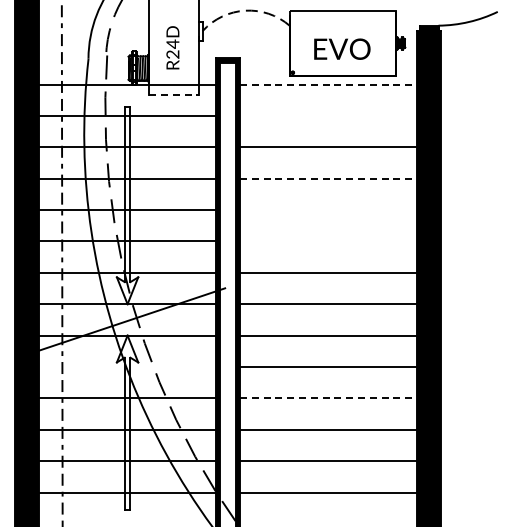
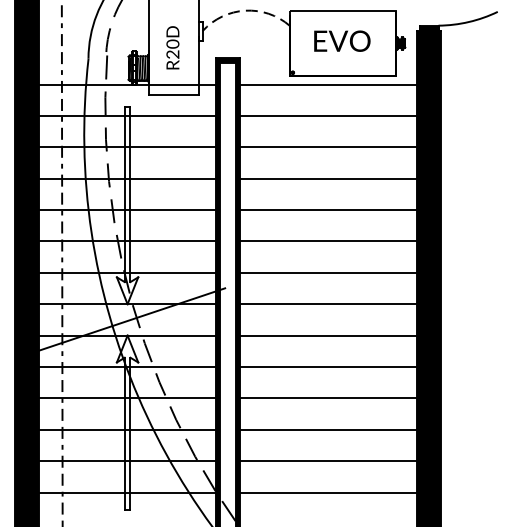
text at (172, 43): R24D -> R20D
text at (342, 48) position: (342, 48) -> (342, 40)
line at (328, 84): dashed -> solid
line at (173, 95): dashed -> solid
line at (328, 115): none -> present
line at (328, 178): dashed -> solid
line at (328, 210): none -> present
line at (328, 241): none -> present
line at (127, 366): none -> present
line at (328, 398): dashed -> solid
